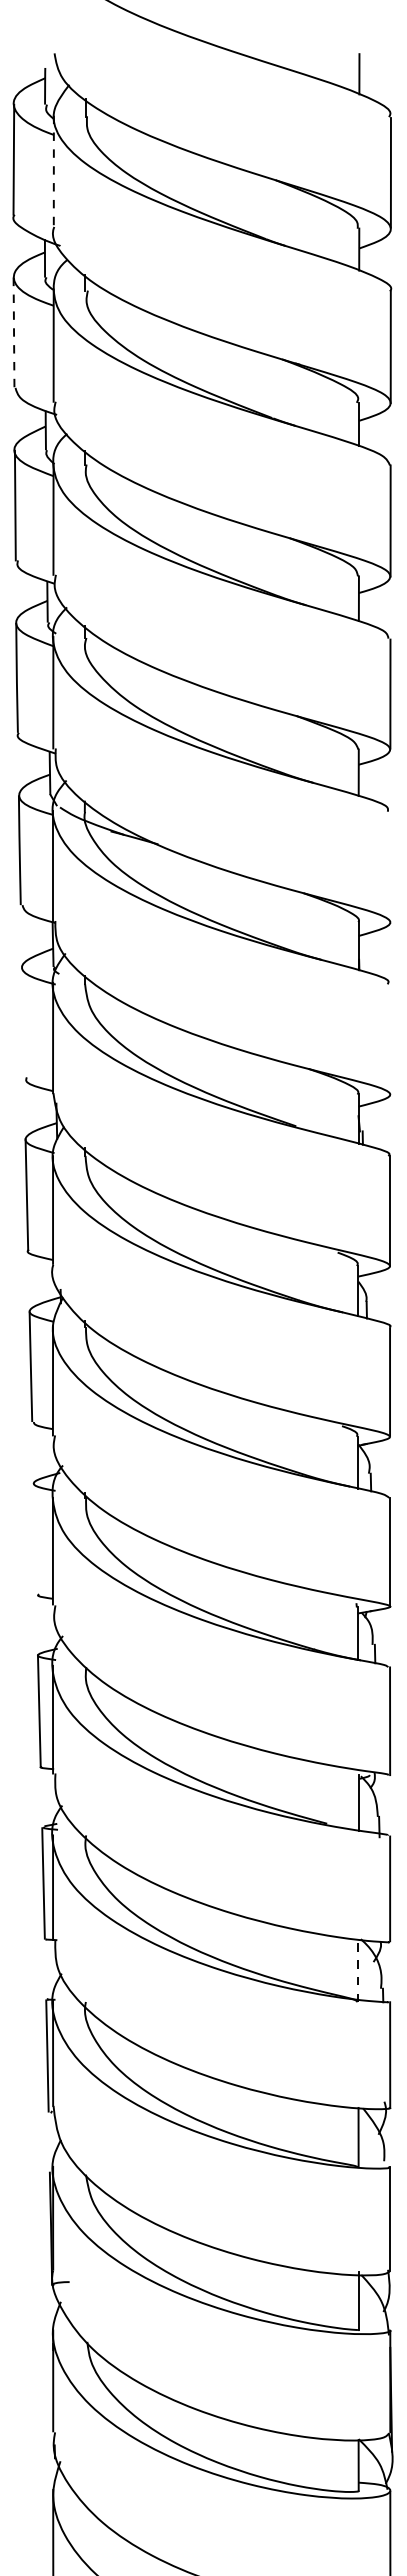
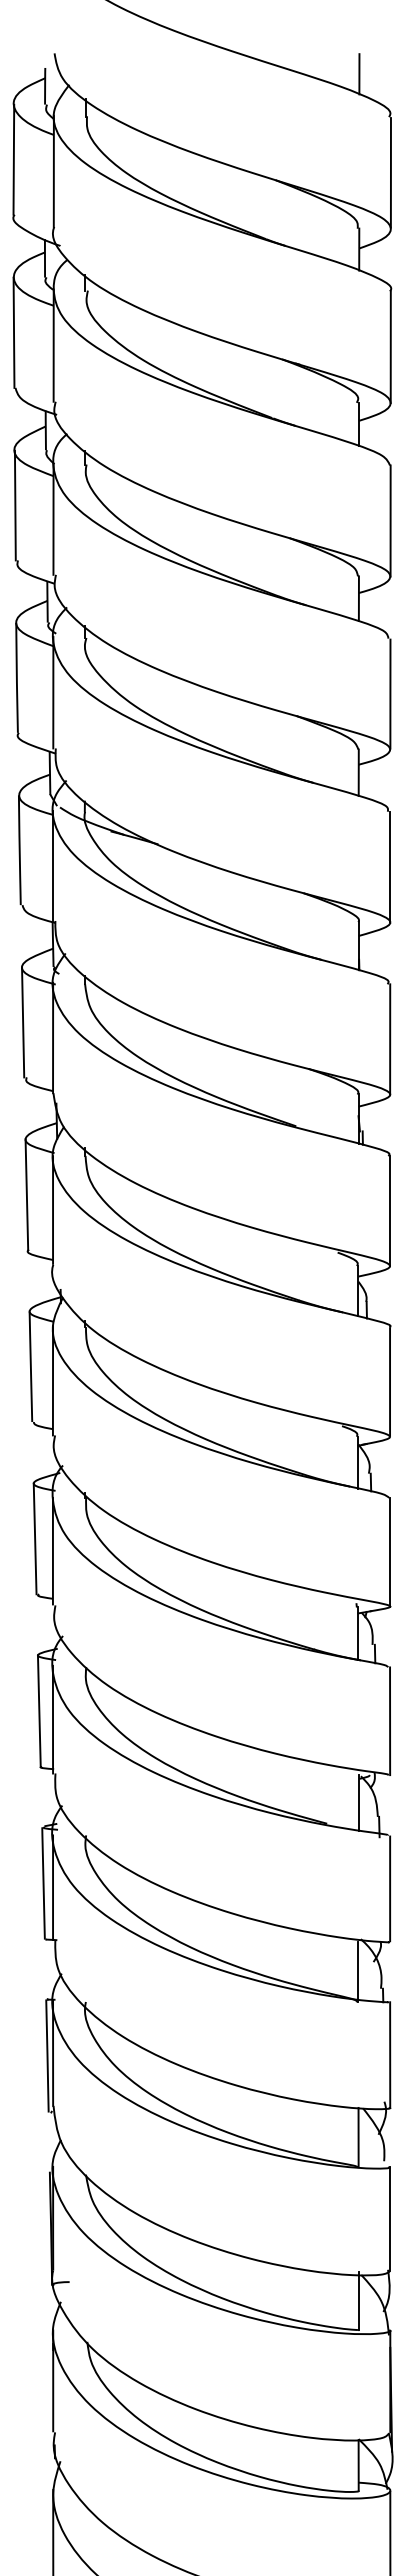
line at (53, 171): dashed -> solid
line at (14, 333): dashed -> solid
line at (390, 866): none -> present
line at (23, 1022): none -> present
line at (390, 1039): none -> present
line at (34, 1538): none -> present
line at (358, 1971): dashed -> solid
